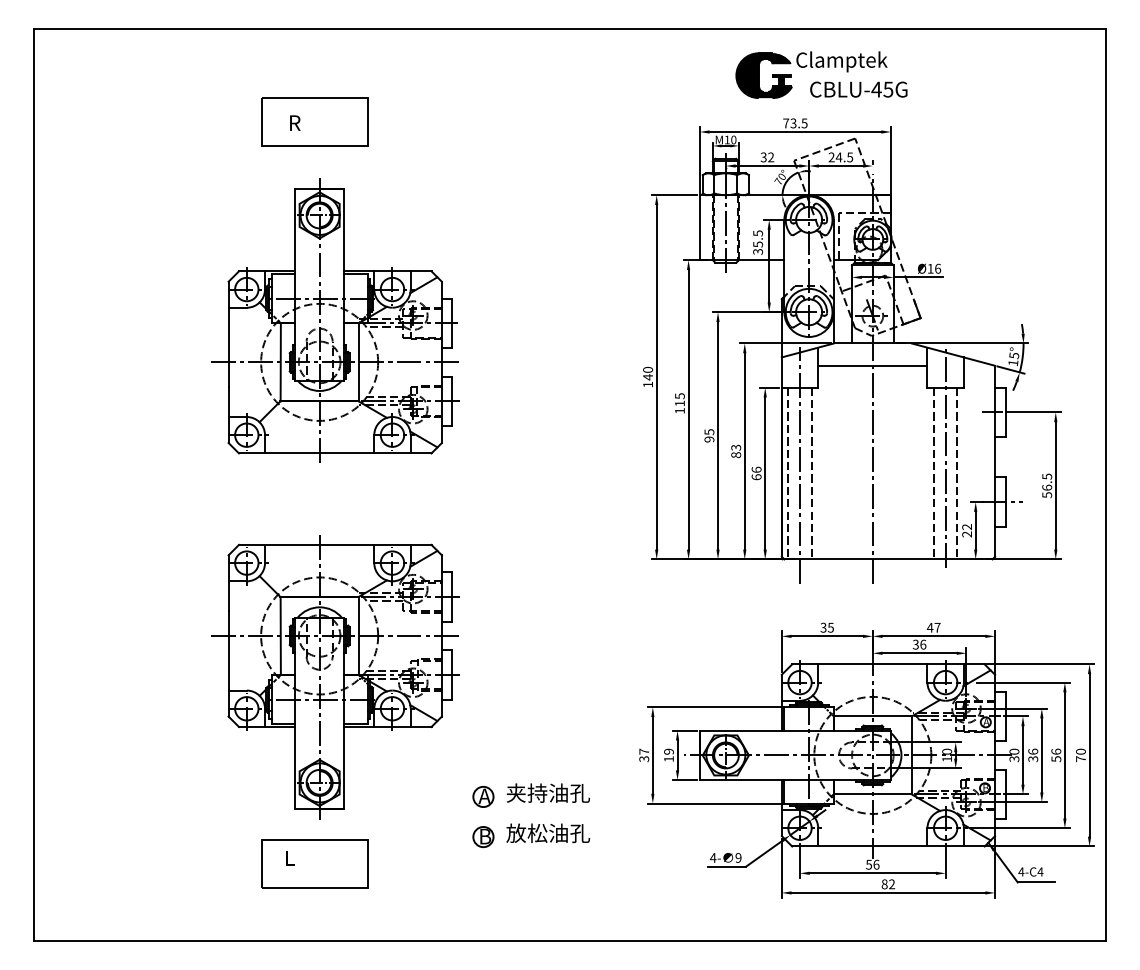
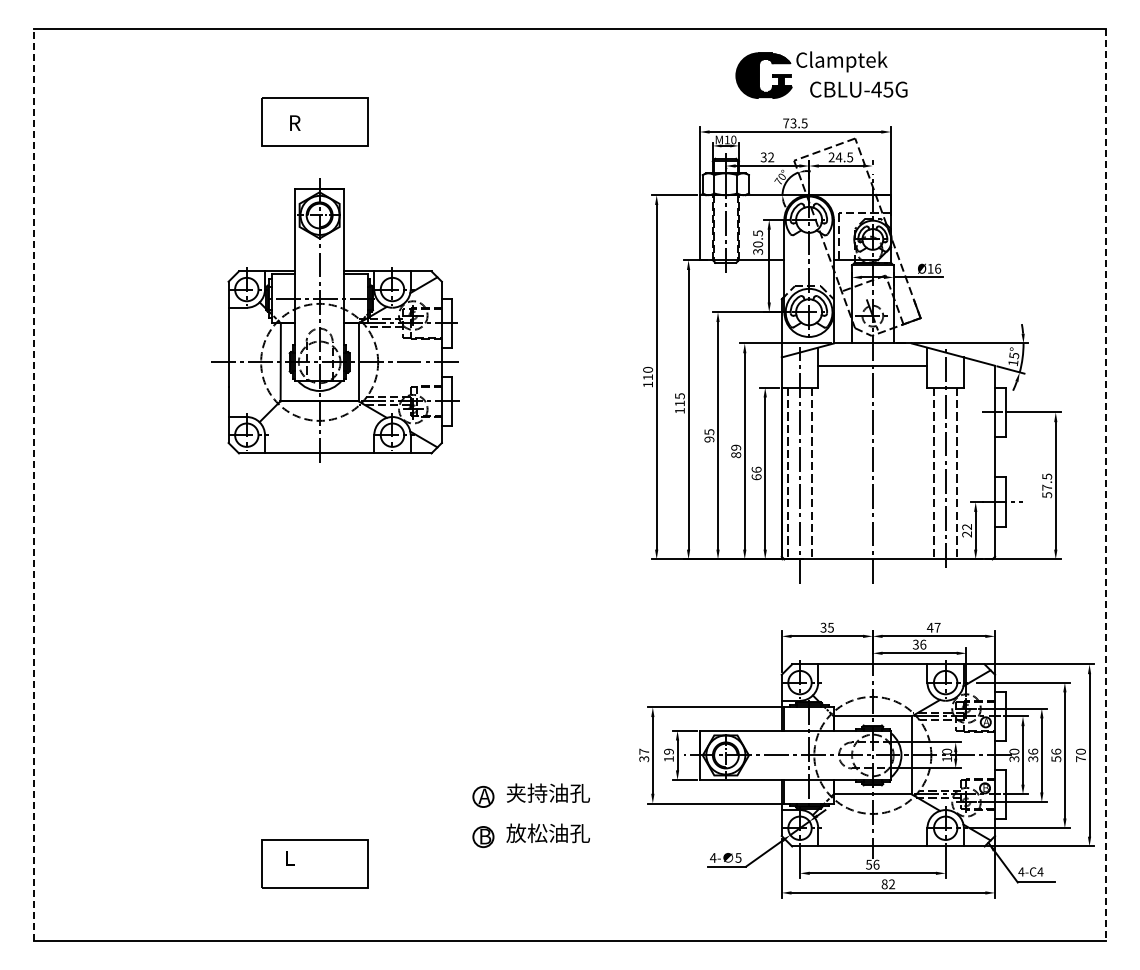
text at (757, 244): 35.5 -> 30.5
text at (647, 377): 140 -> 110
text at (736, 447): 83 -> 89
line at (34, 485): solid -> dashed
line at (1105, 485): solid -> dashed
text at (1047, 487): 56.5 -> 57.5
part at (335, 677): present -> none
text at (738, 857): 9 -> 5
